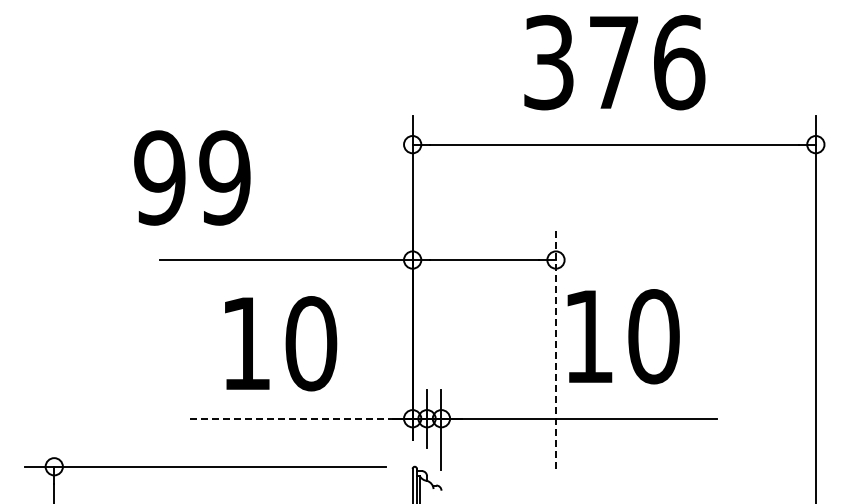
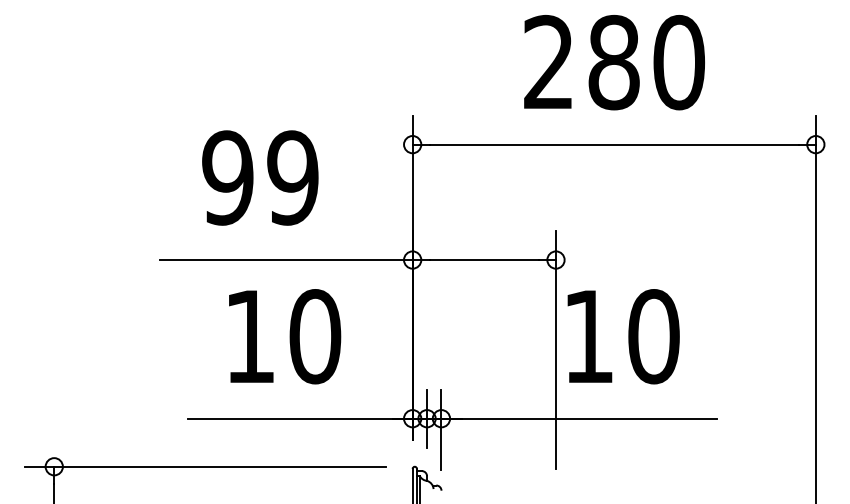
text at (614, 62): 376 -> 280
text at (192, 177) position: (192, 177) -> (260, 177)
text at (281, 343) position: (281, 343) -> (285, 336)
line at (556, 350): dashed -> solid
line at (291, 418): dashed -> solid
